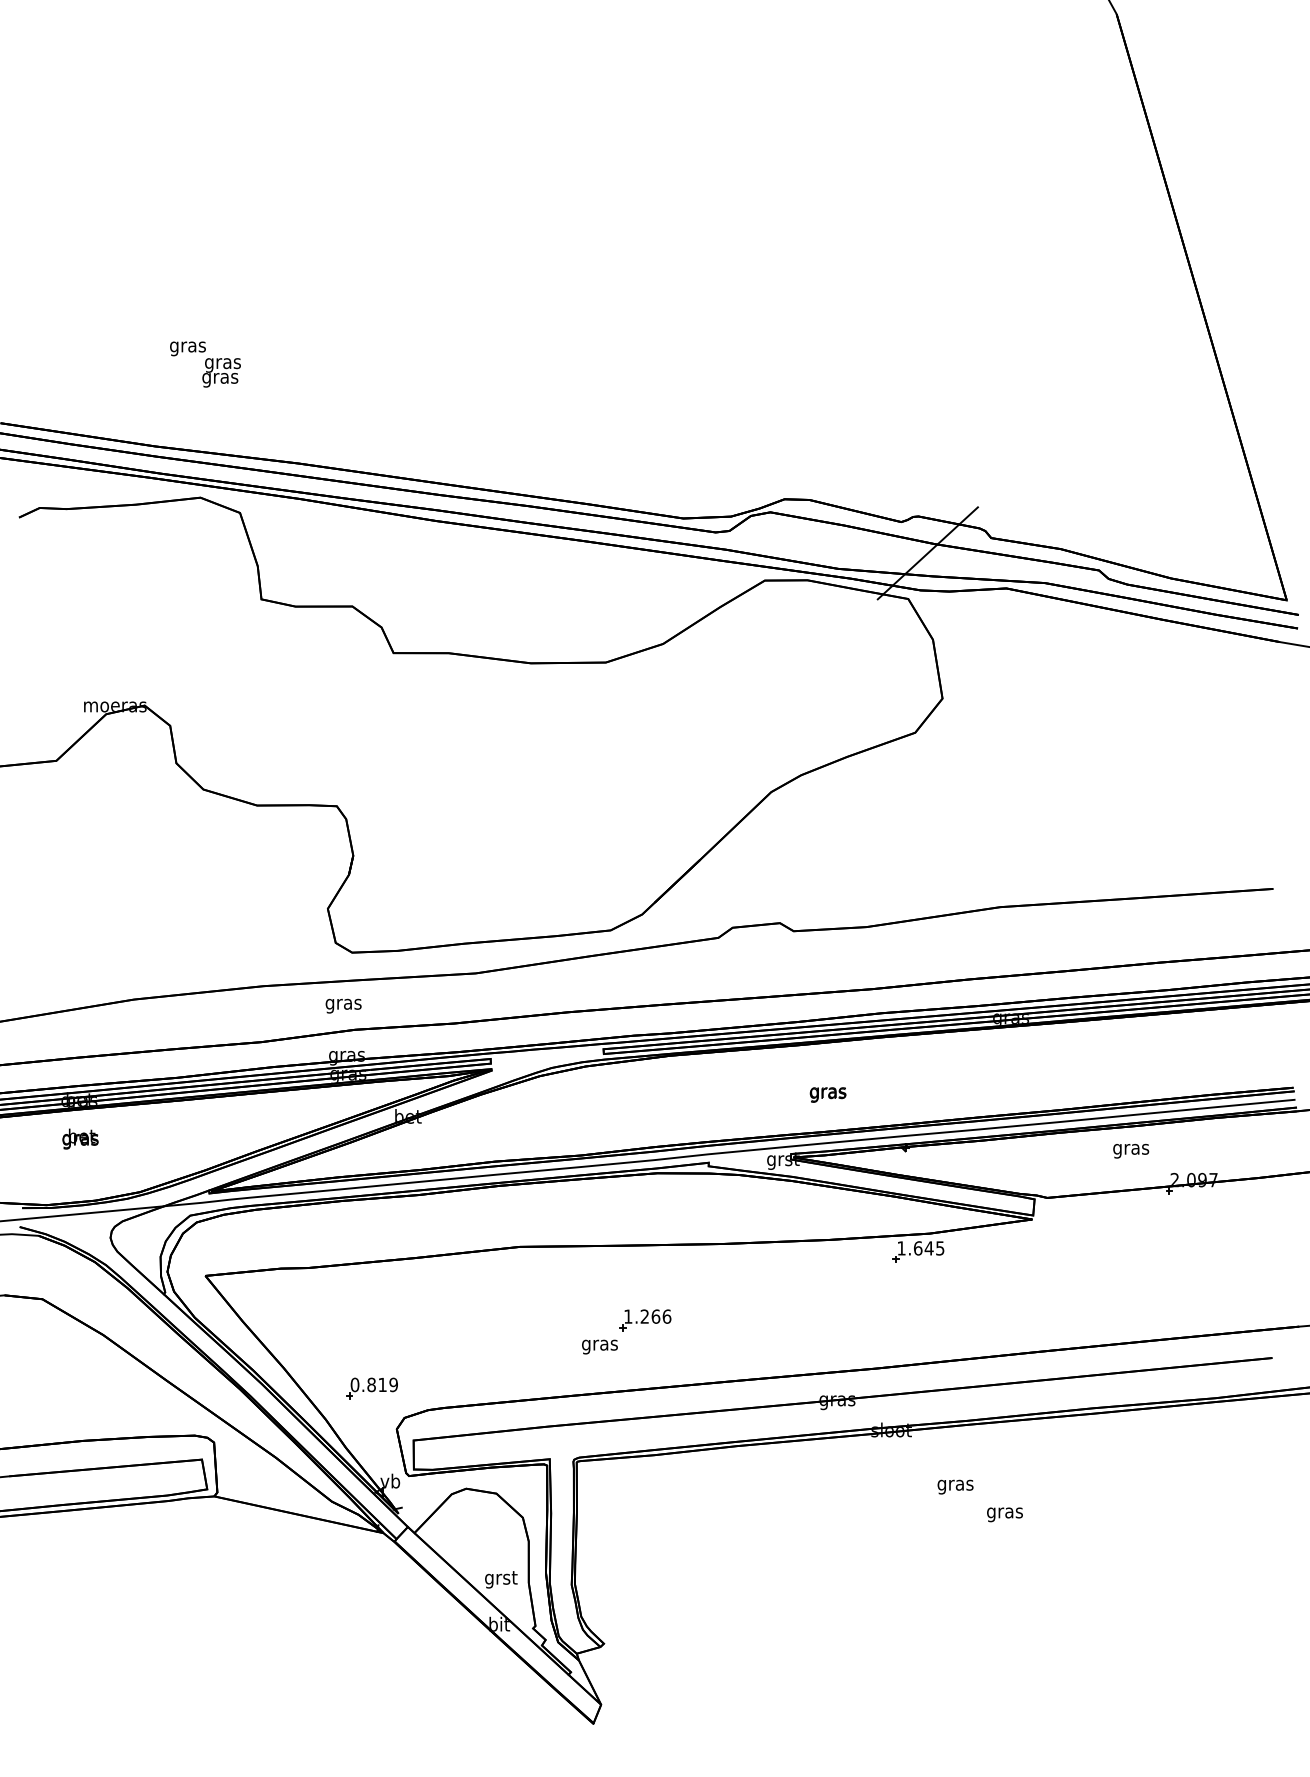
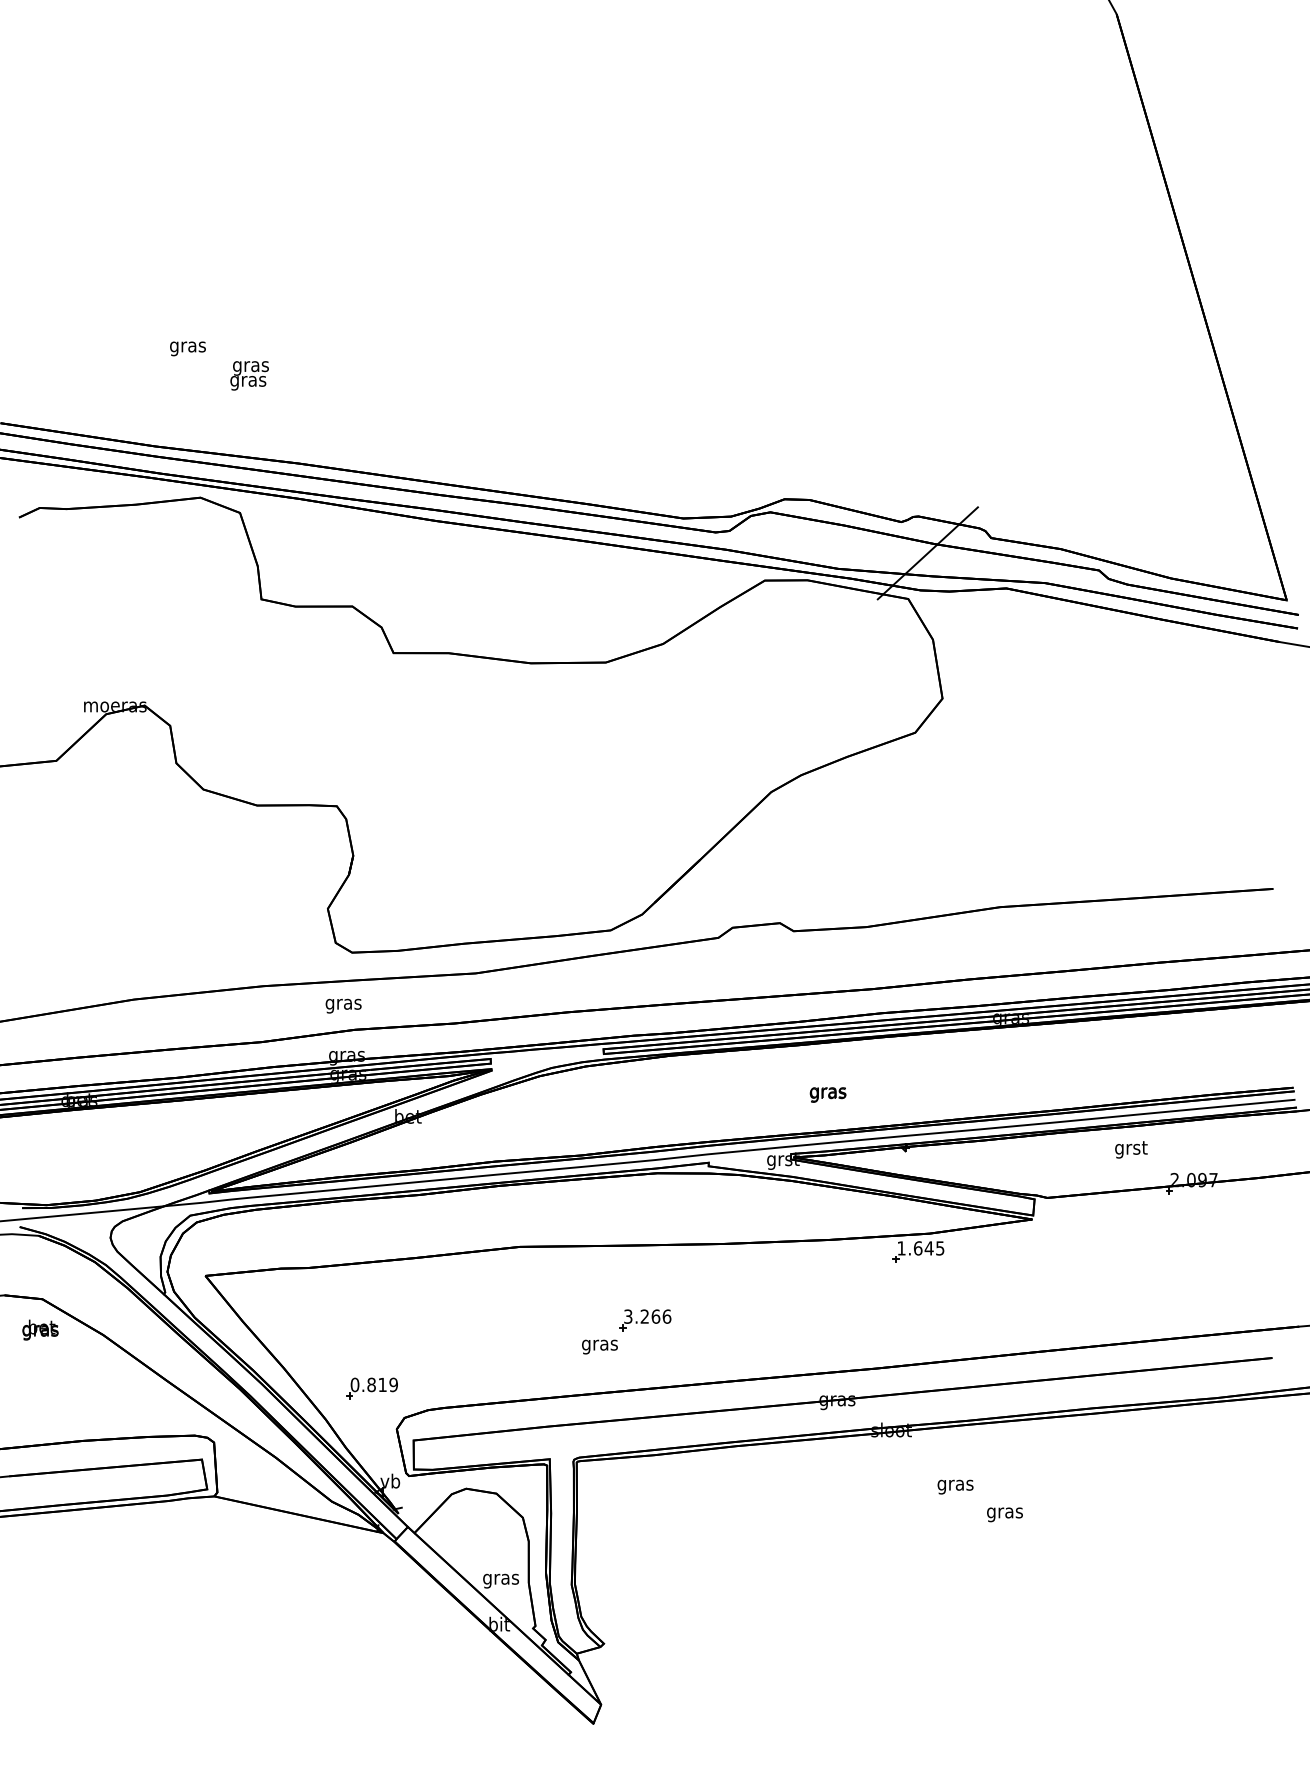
text at (221, 372) position: (221, 372) -> (249, 375)
text at (80, 1138) position: (80, 1138) -> (40, 1329)
text at (1131, 1149): gras -> grst
text at (628, 1316): 1.266 -> 3.266
text at (501, 1579): grst -> gras
